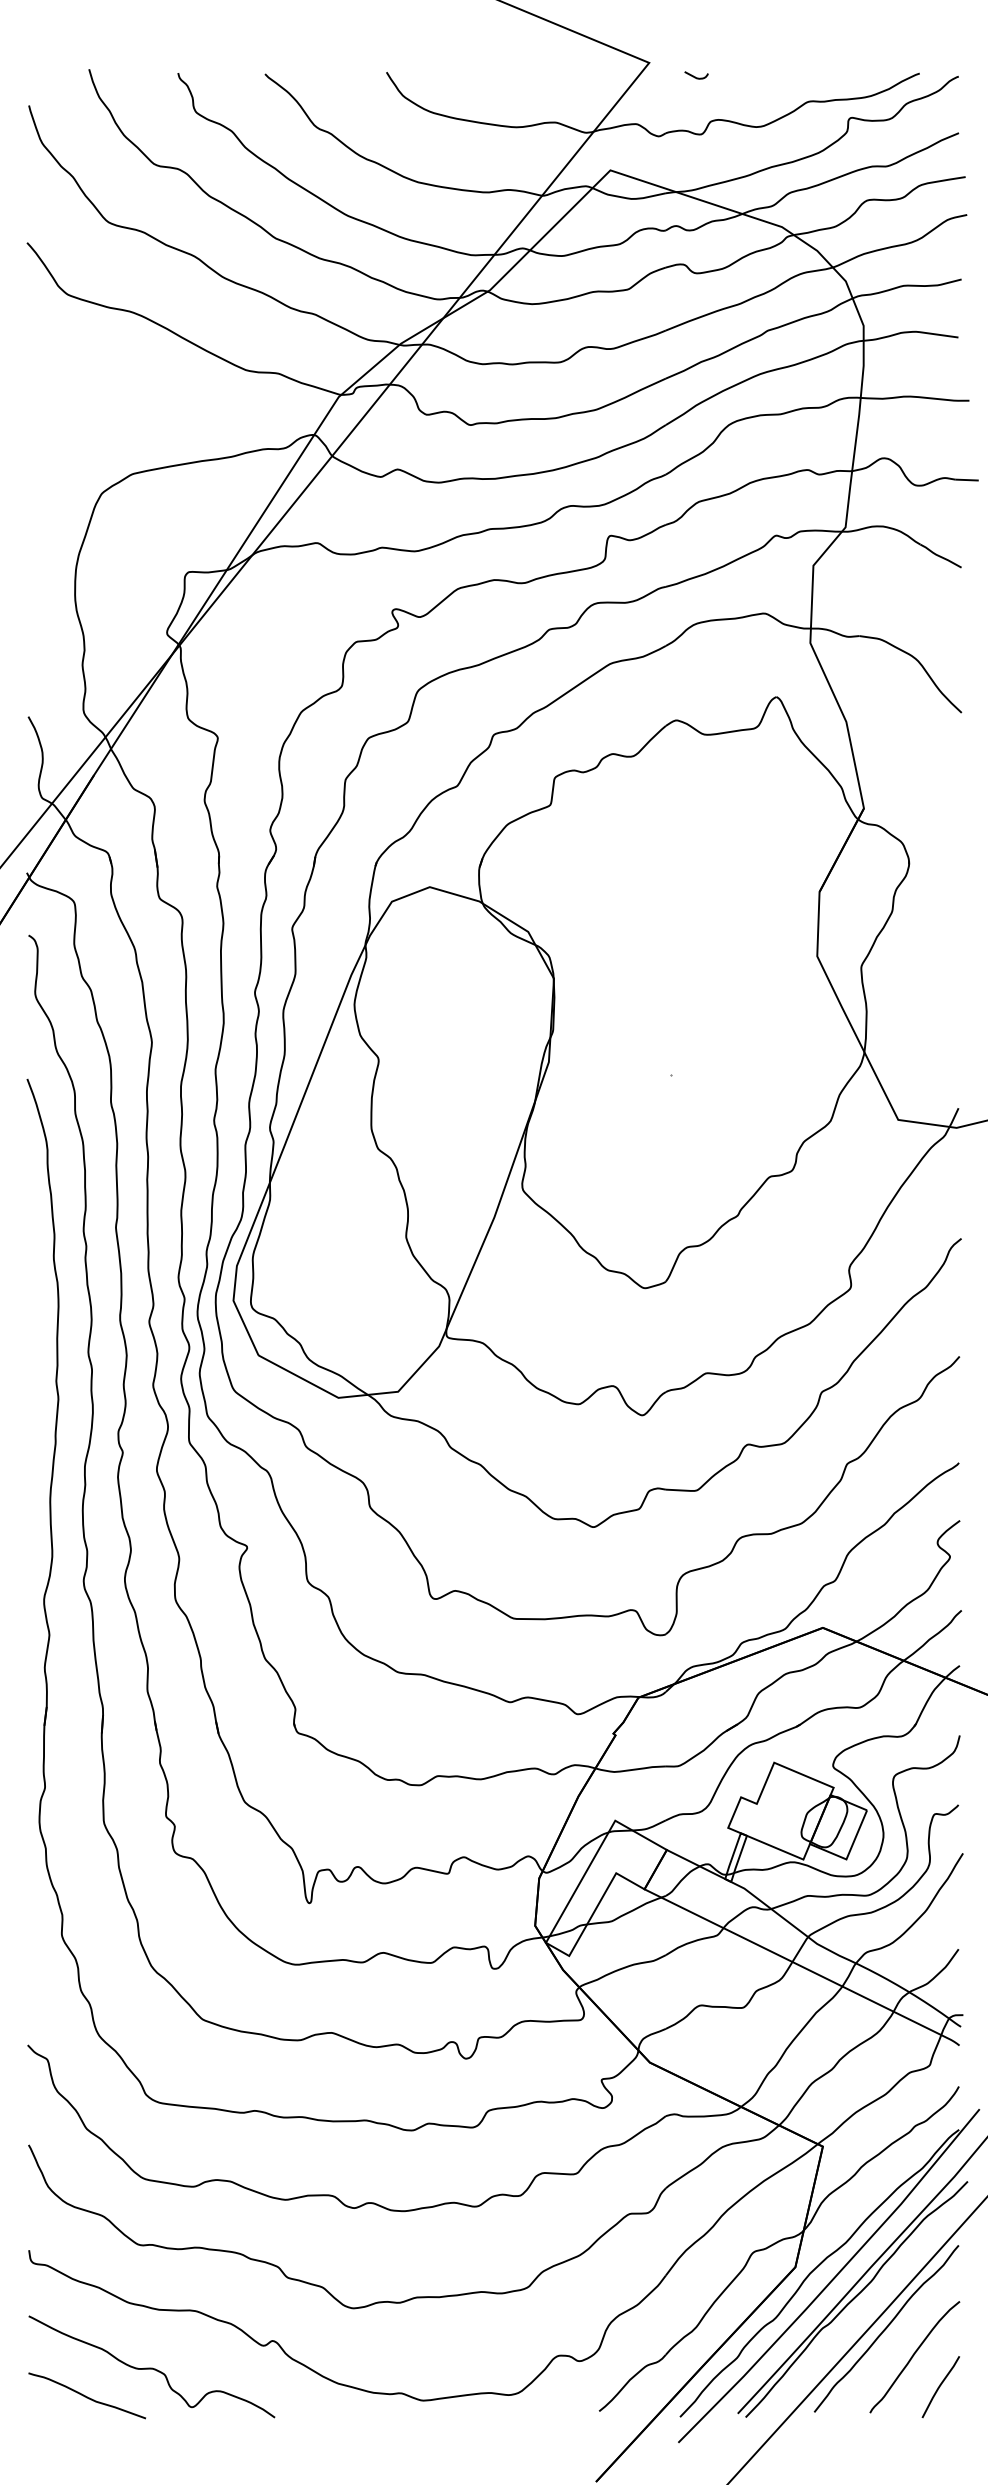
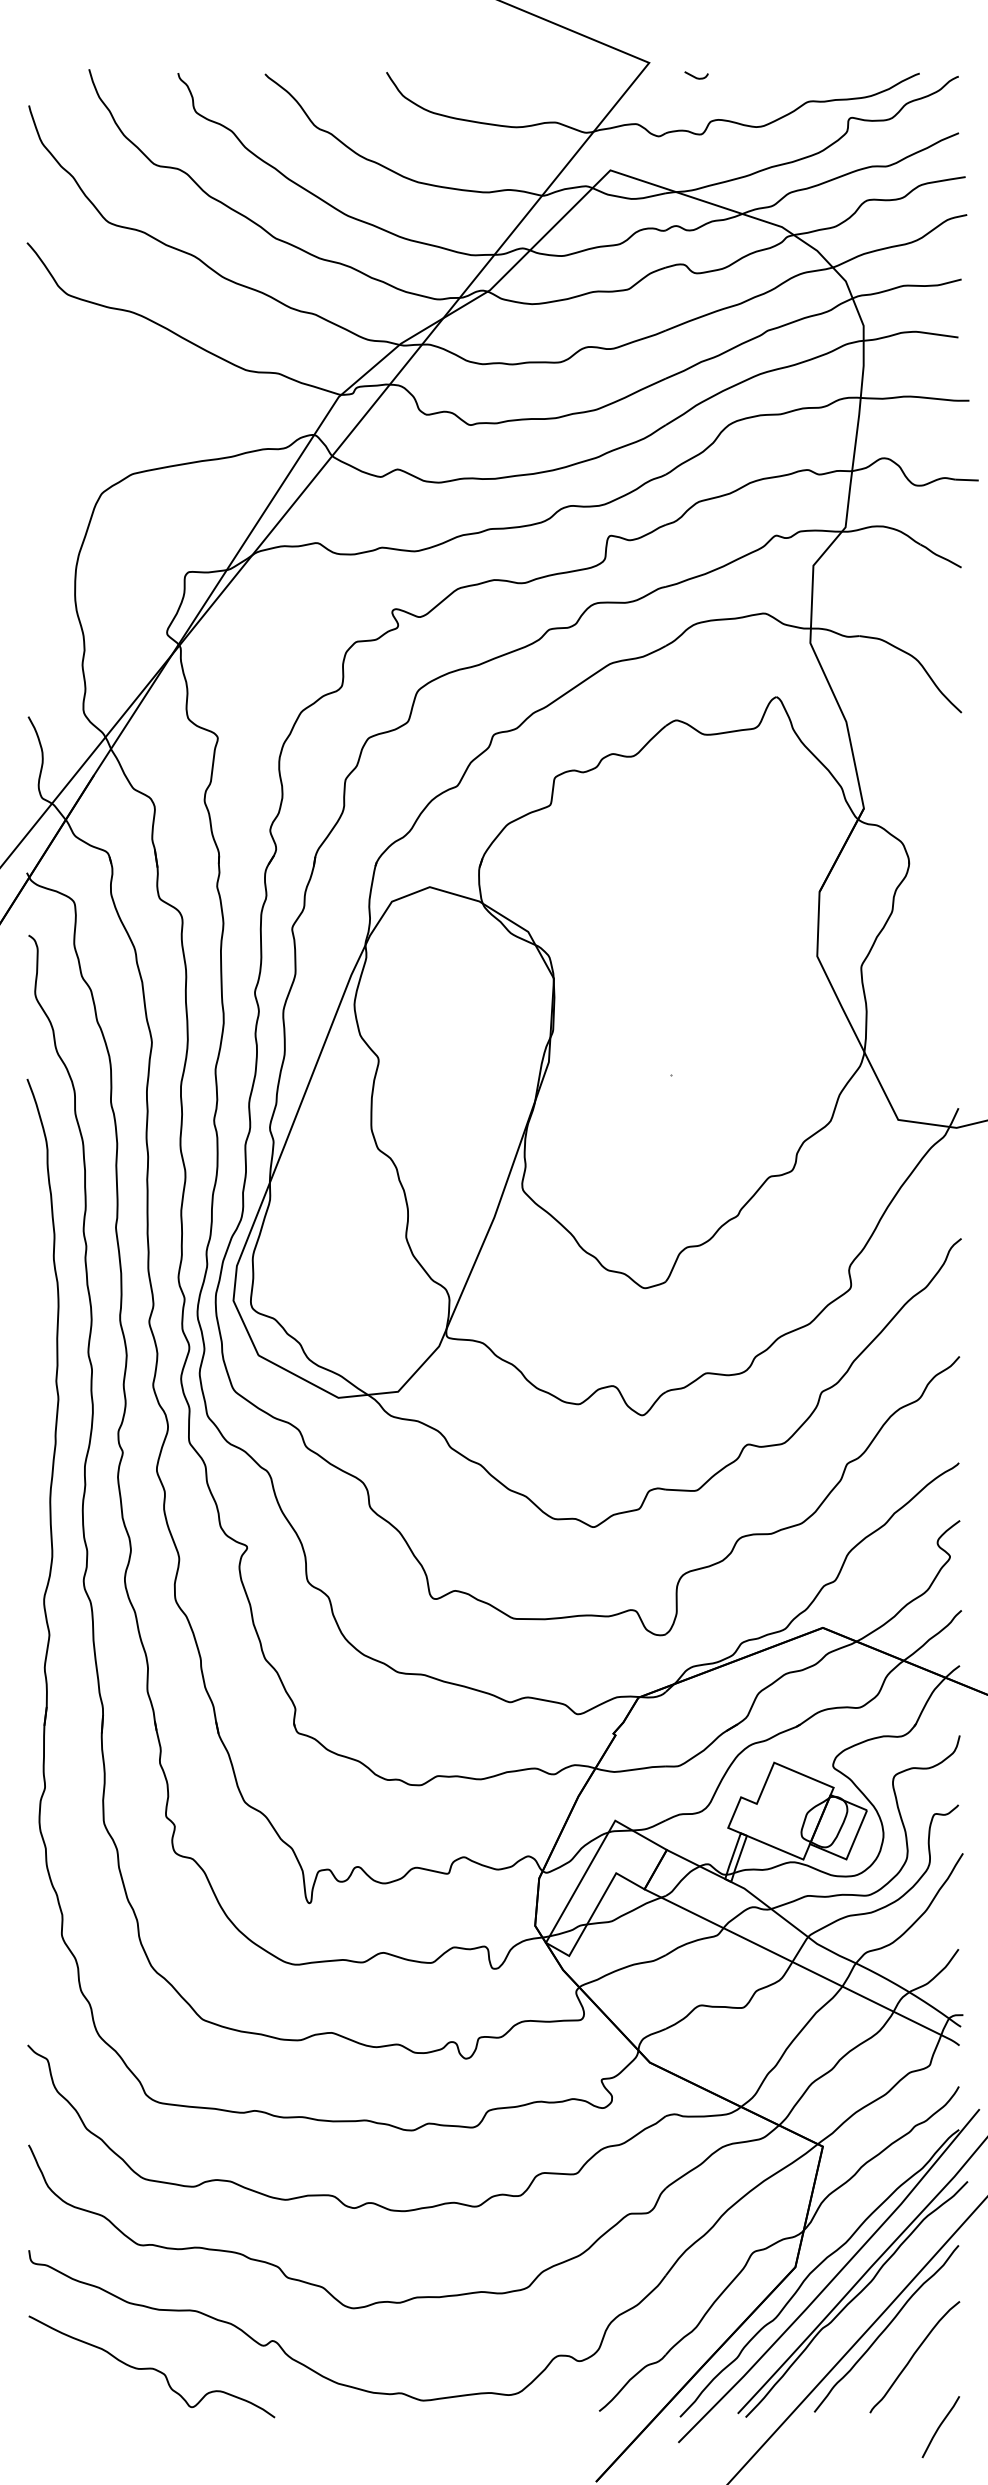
curve at (940, 2386) position: (940, 2386) -> (940, 2426)
curve at (87, 2396): present -> none
